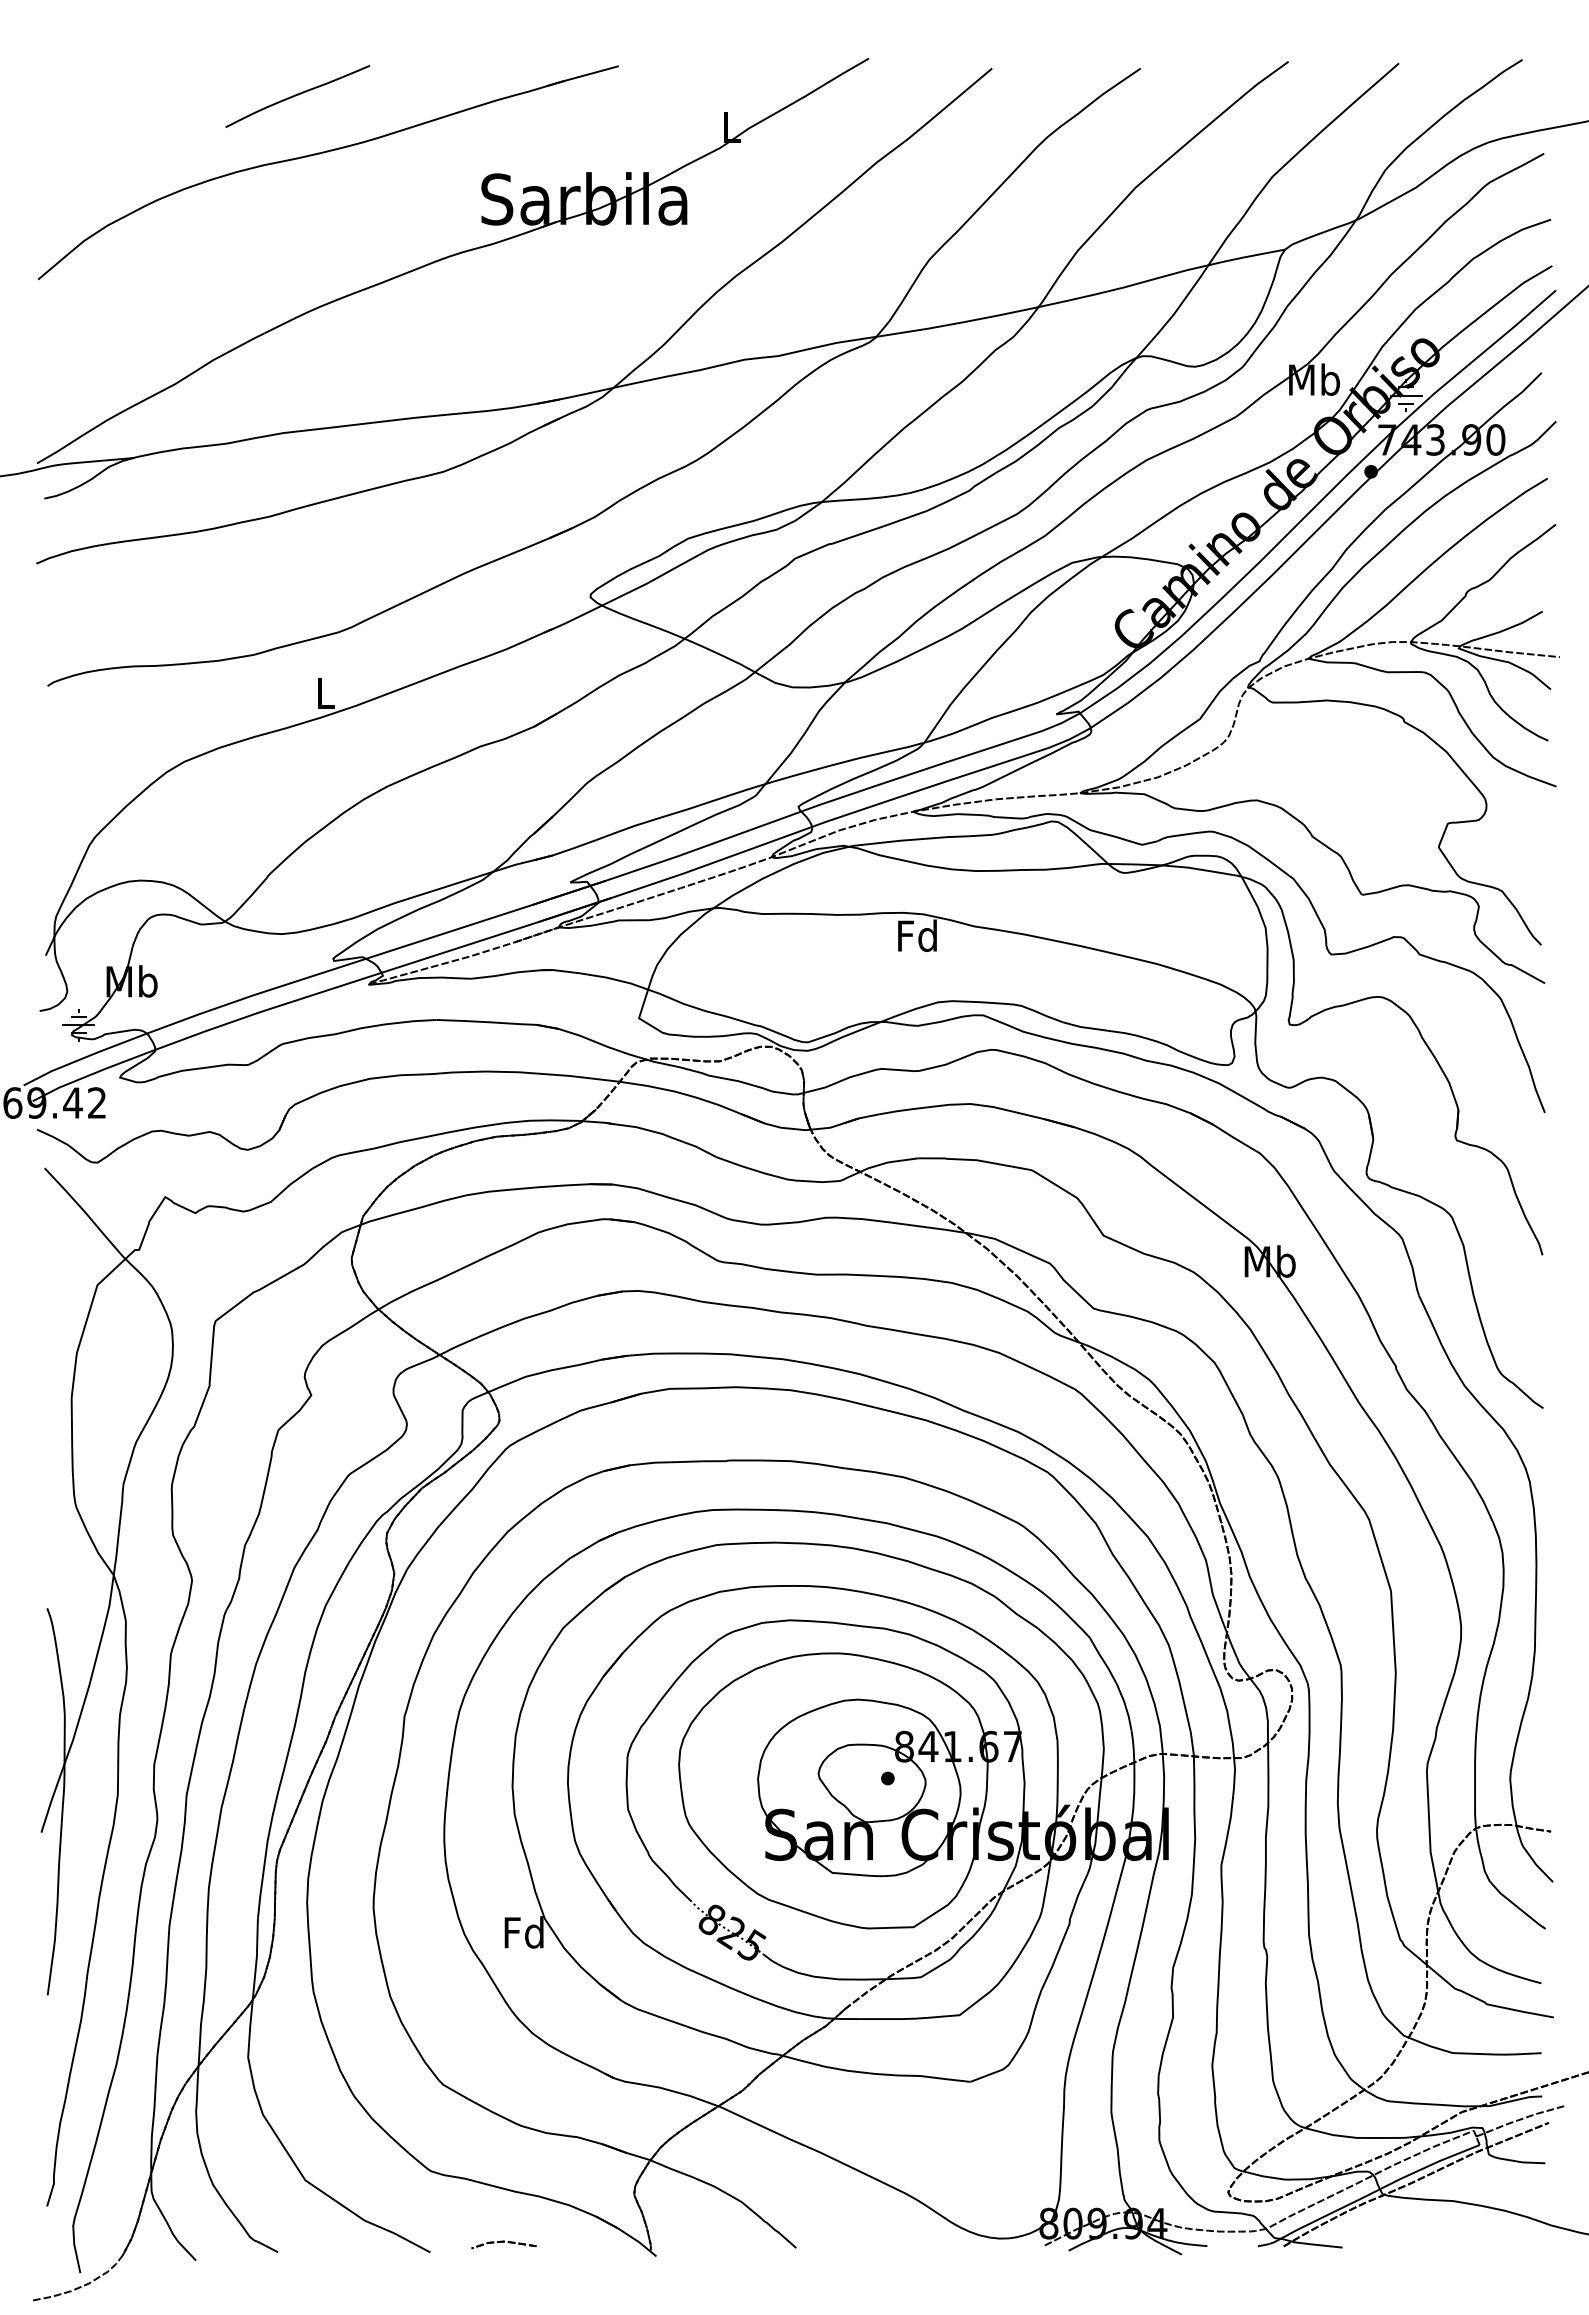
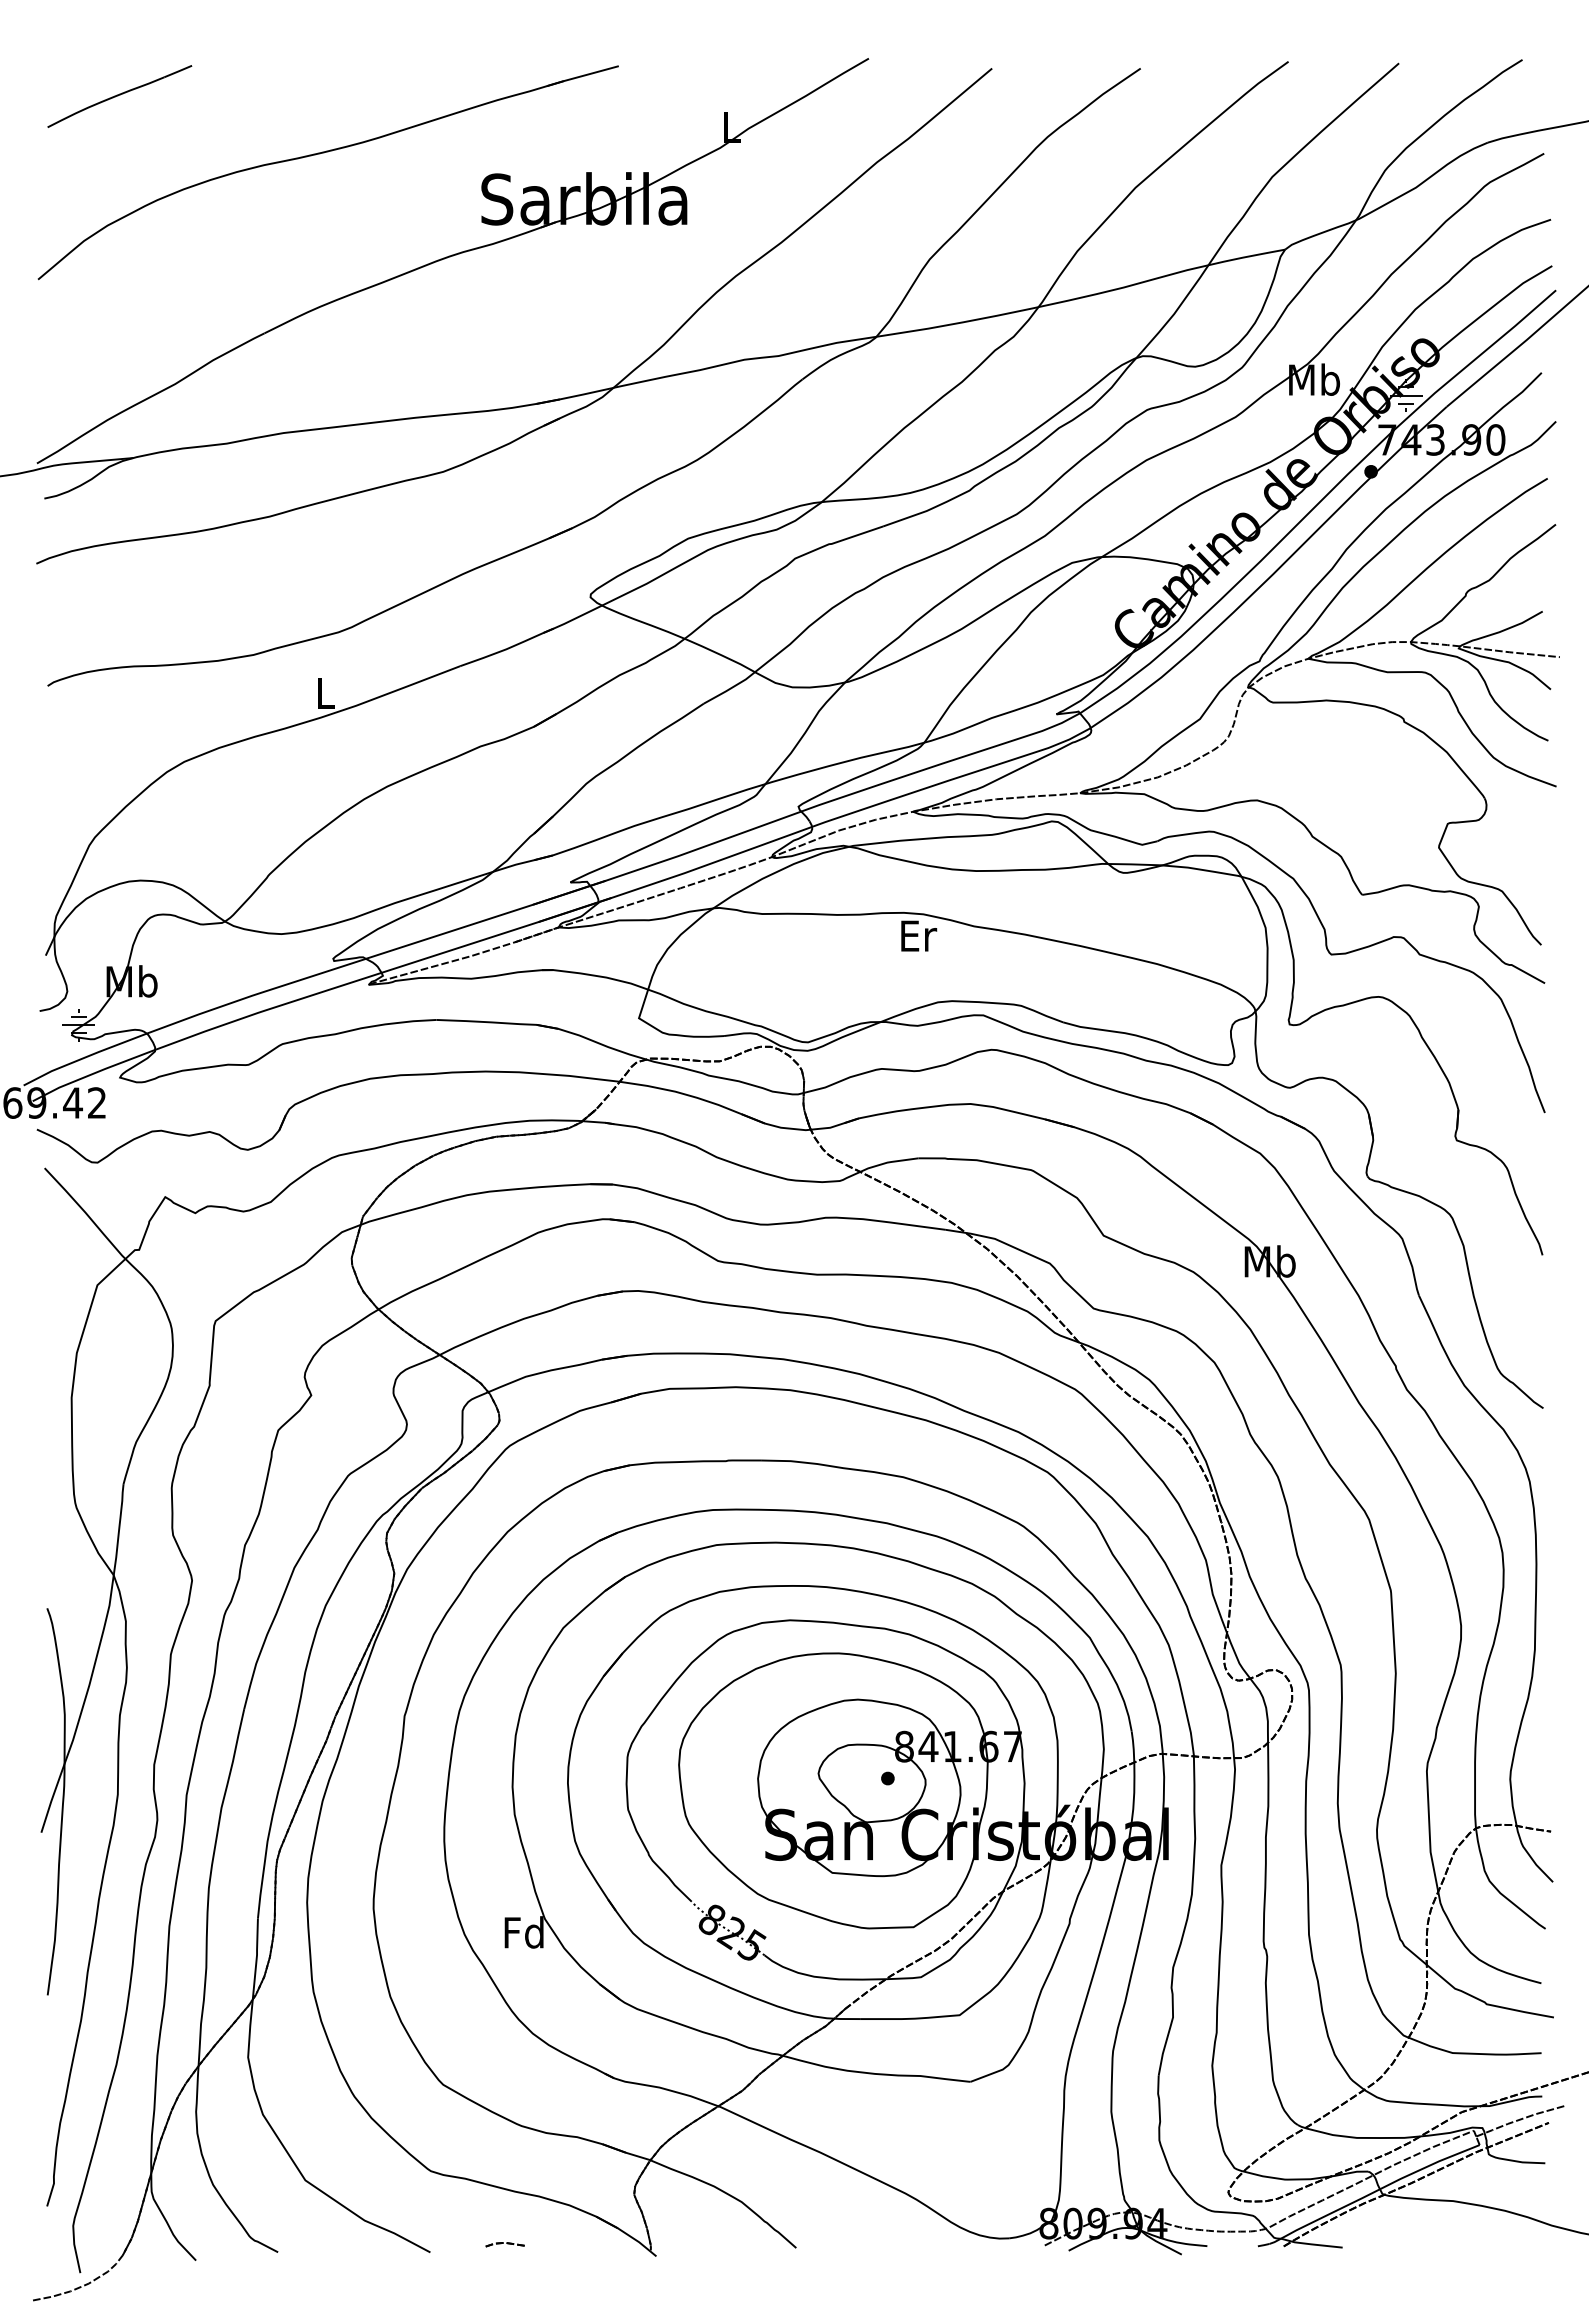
part at (297, 96) position: (297, 96) -> (119, 96)
text at (917, 935): Fd -> Er
part at (503, 2244) size: 66x10 px -> 40x6 px
